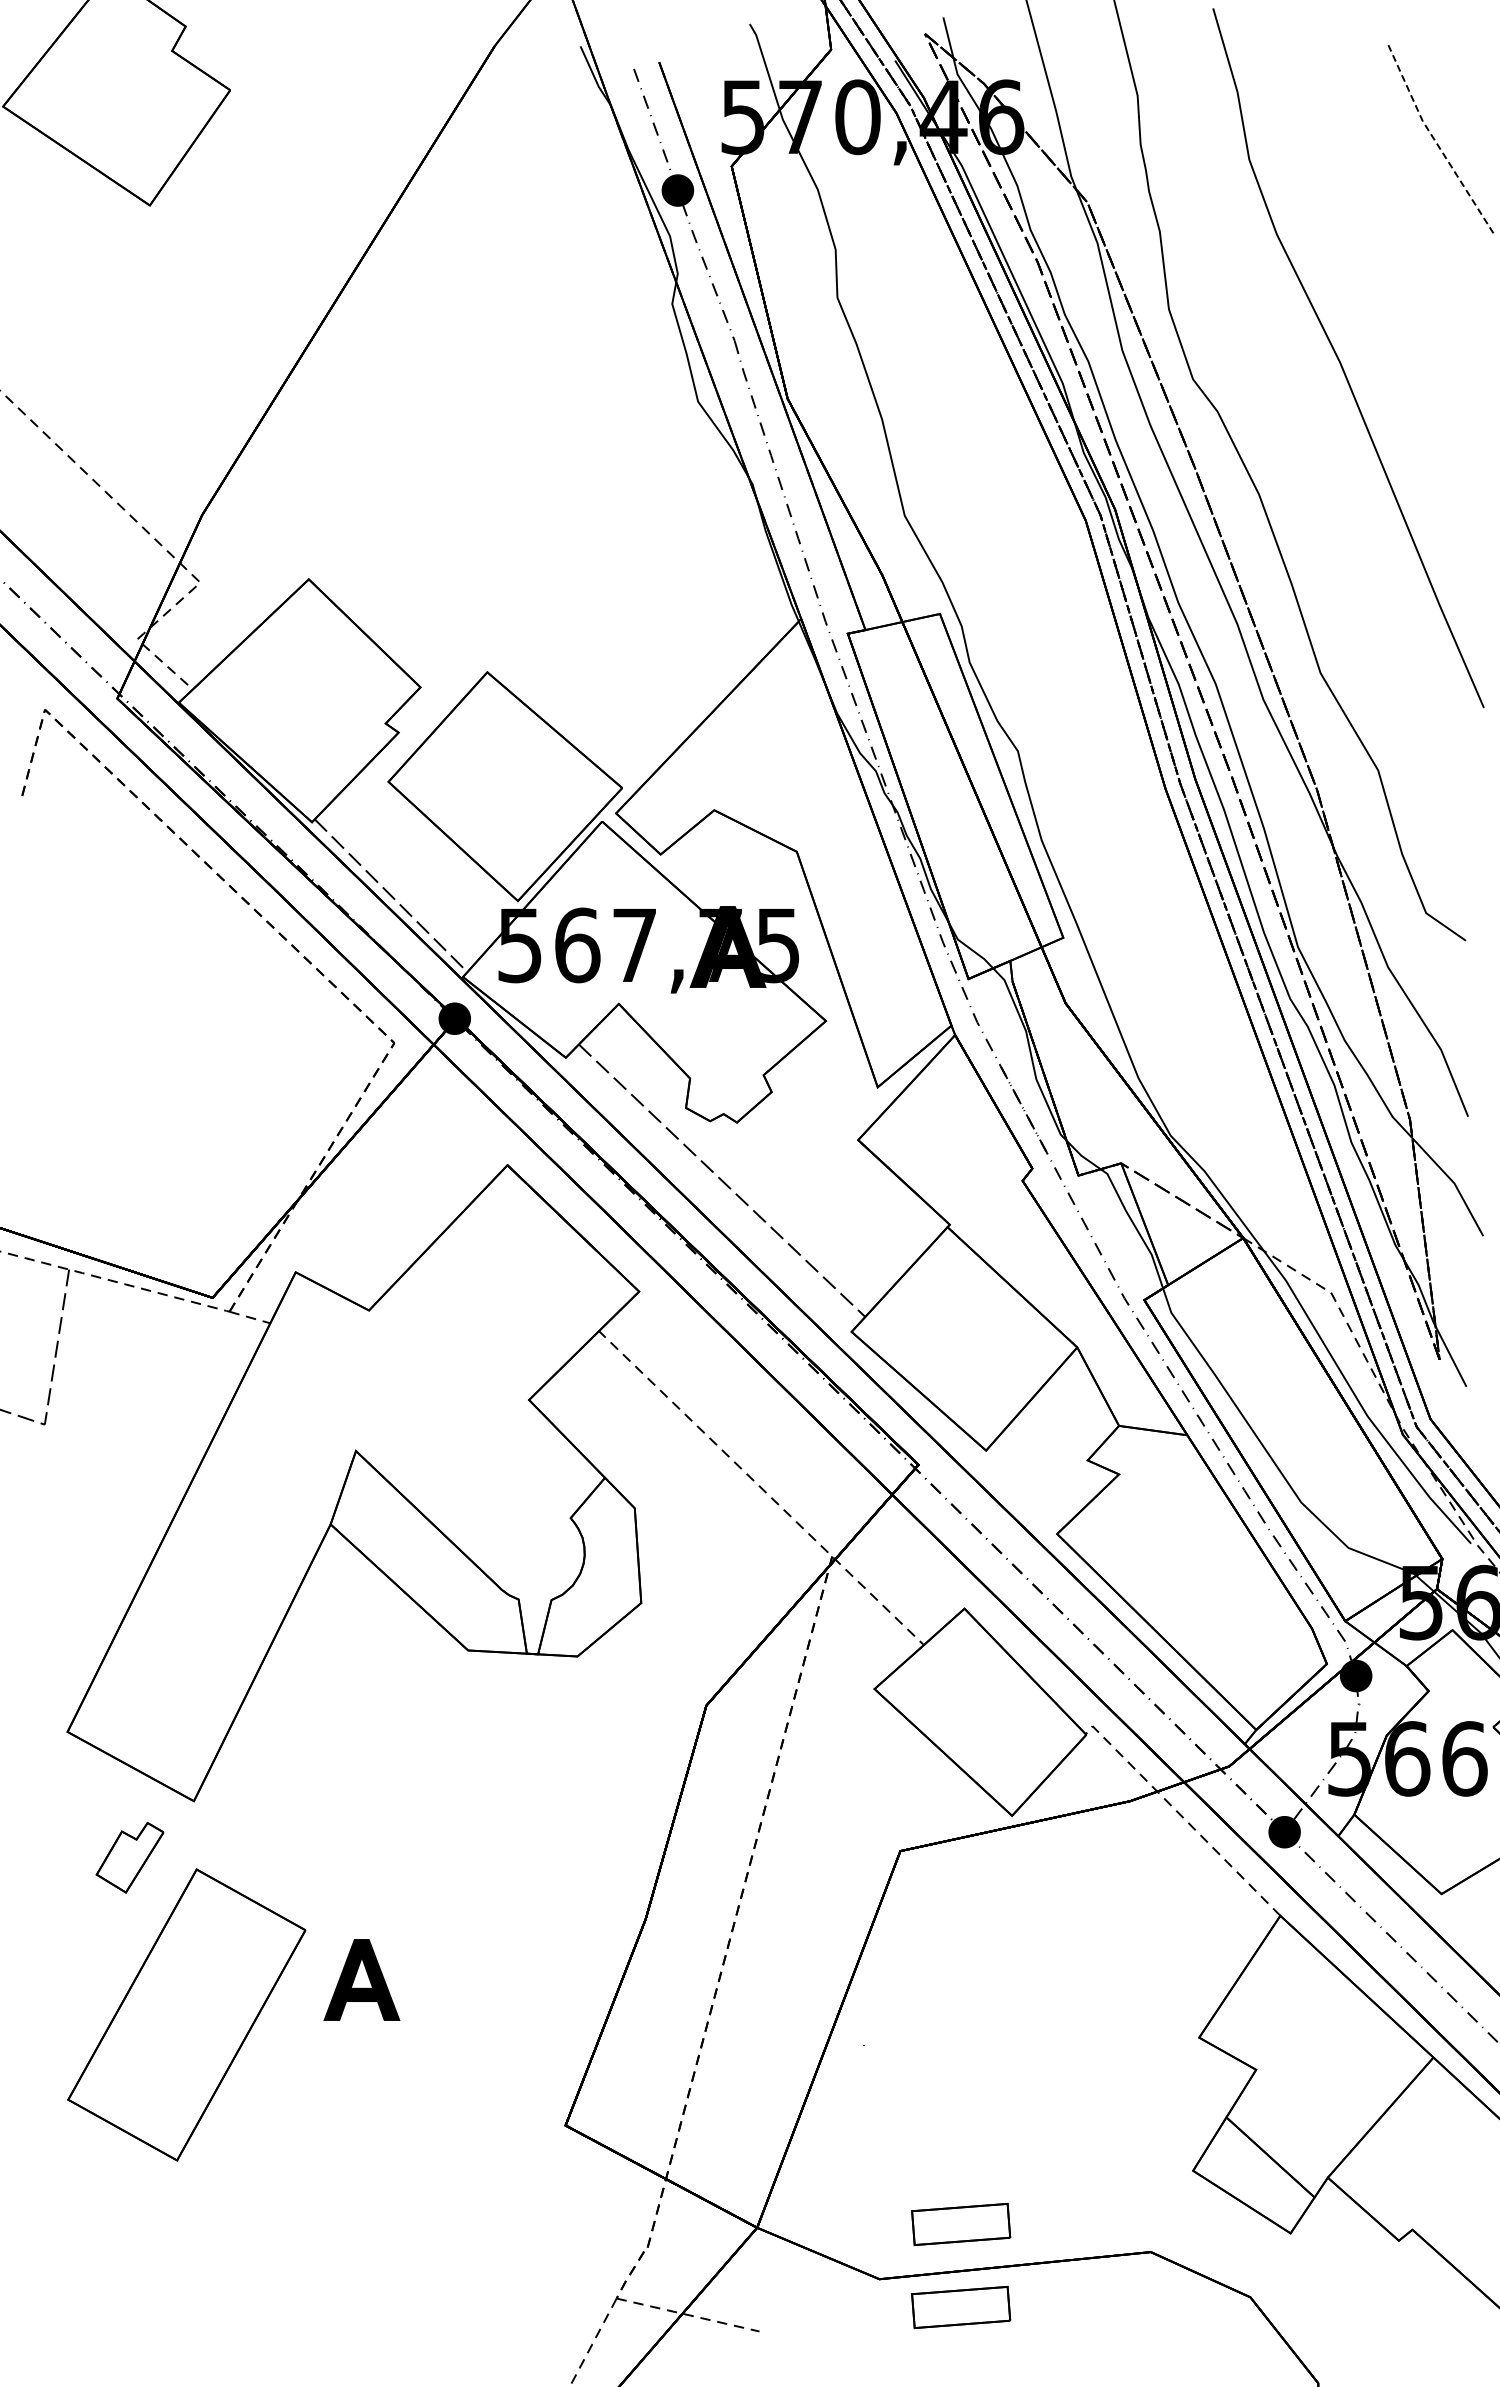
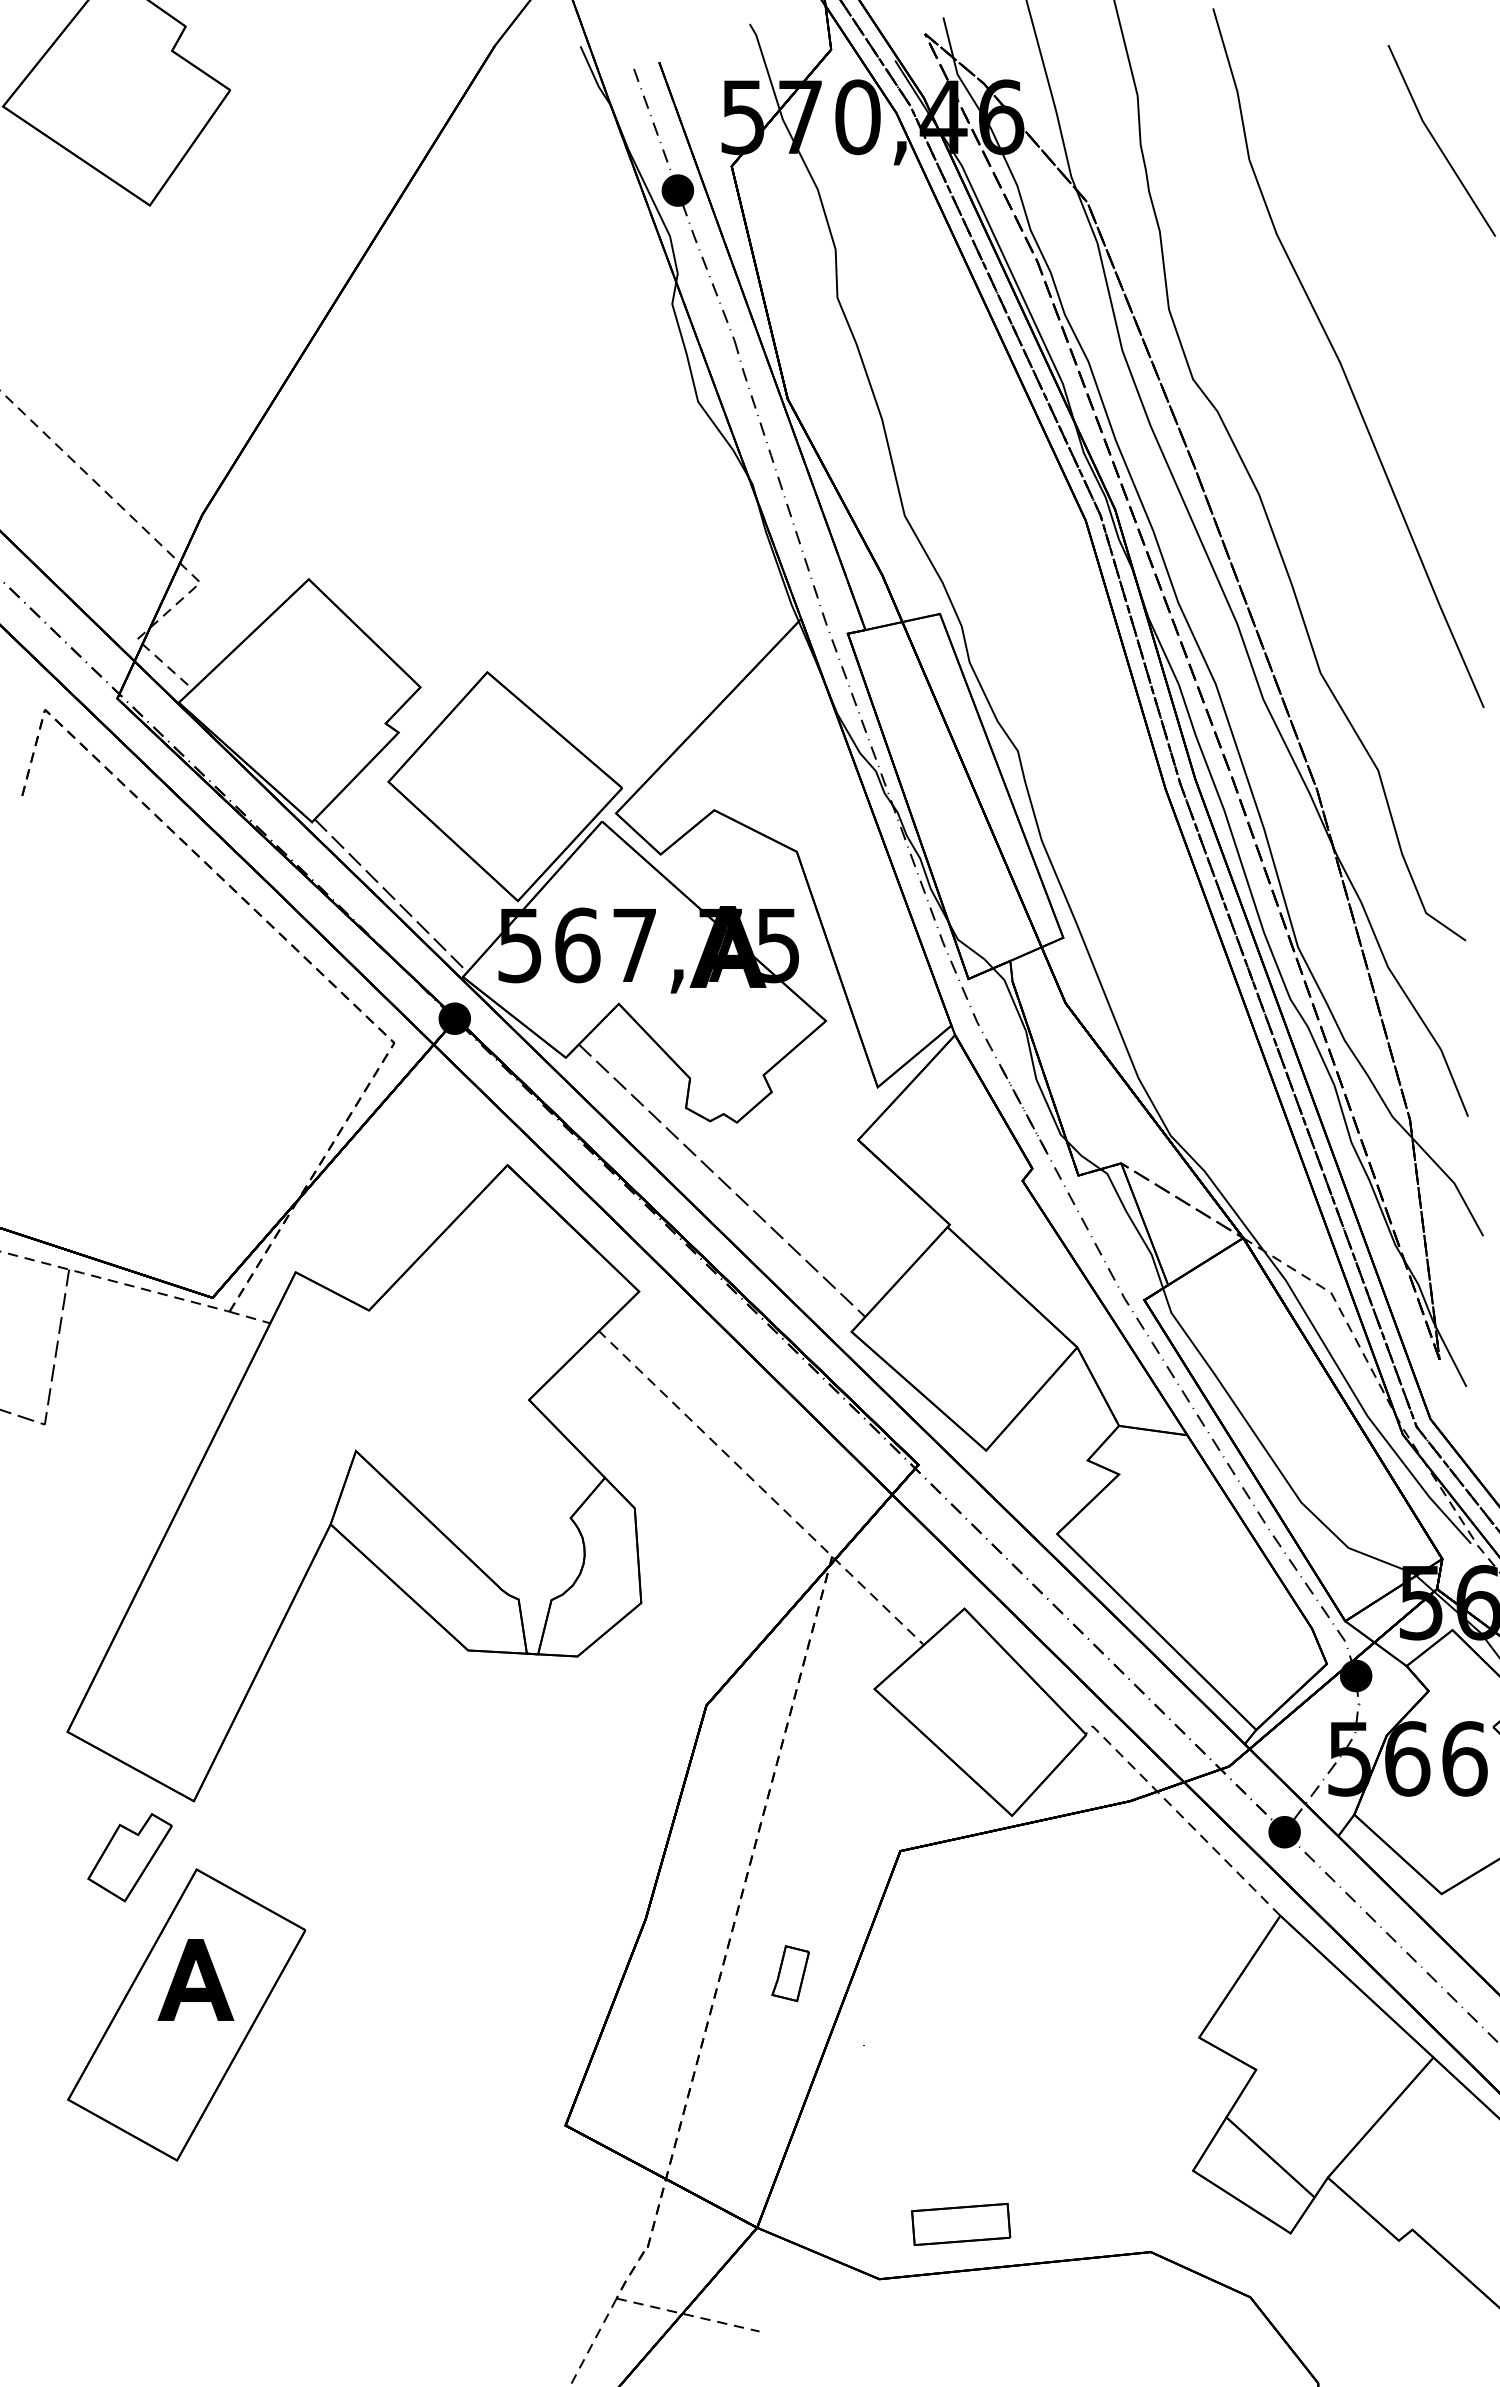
line at (1436, 143): dashed -> solid
part at (129, 1857) size: 70x73 px -> 86x90 px
part at (790, 1973): none -> present
part at (361, 1979) position: (361, 1979) -> (195, 1979)
part at (961, 2307): present -> none
